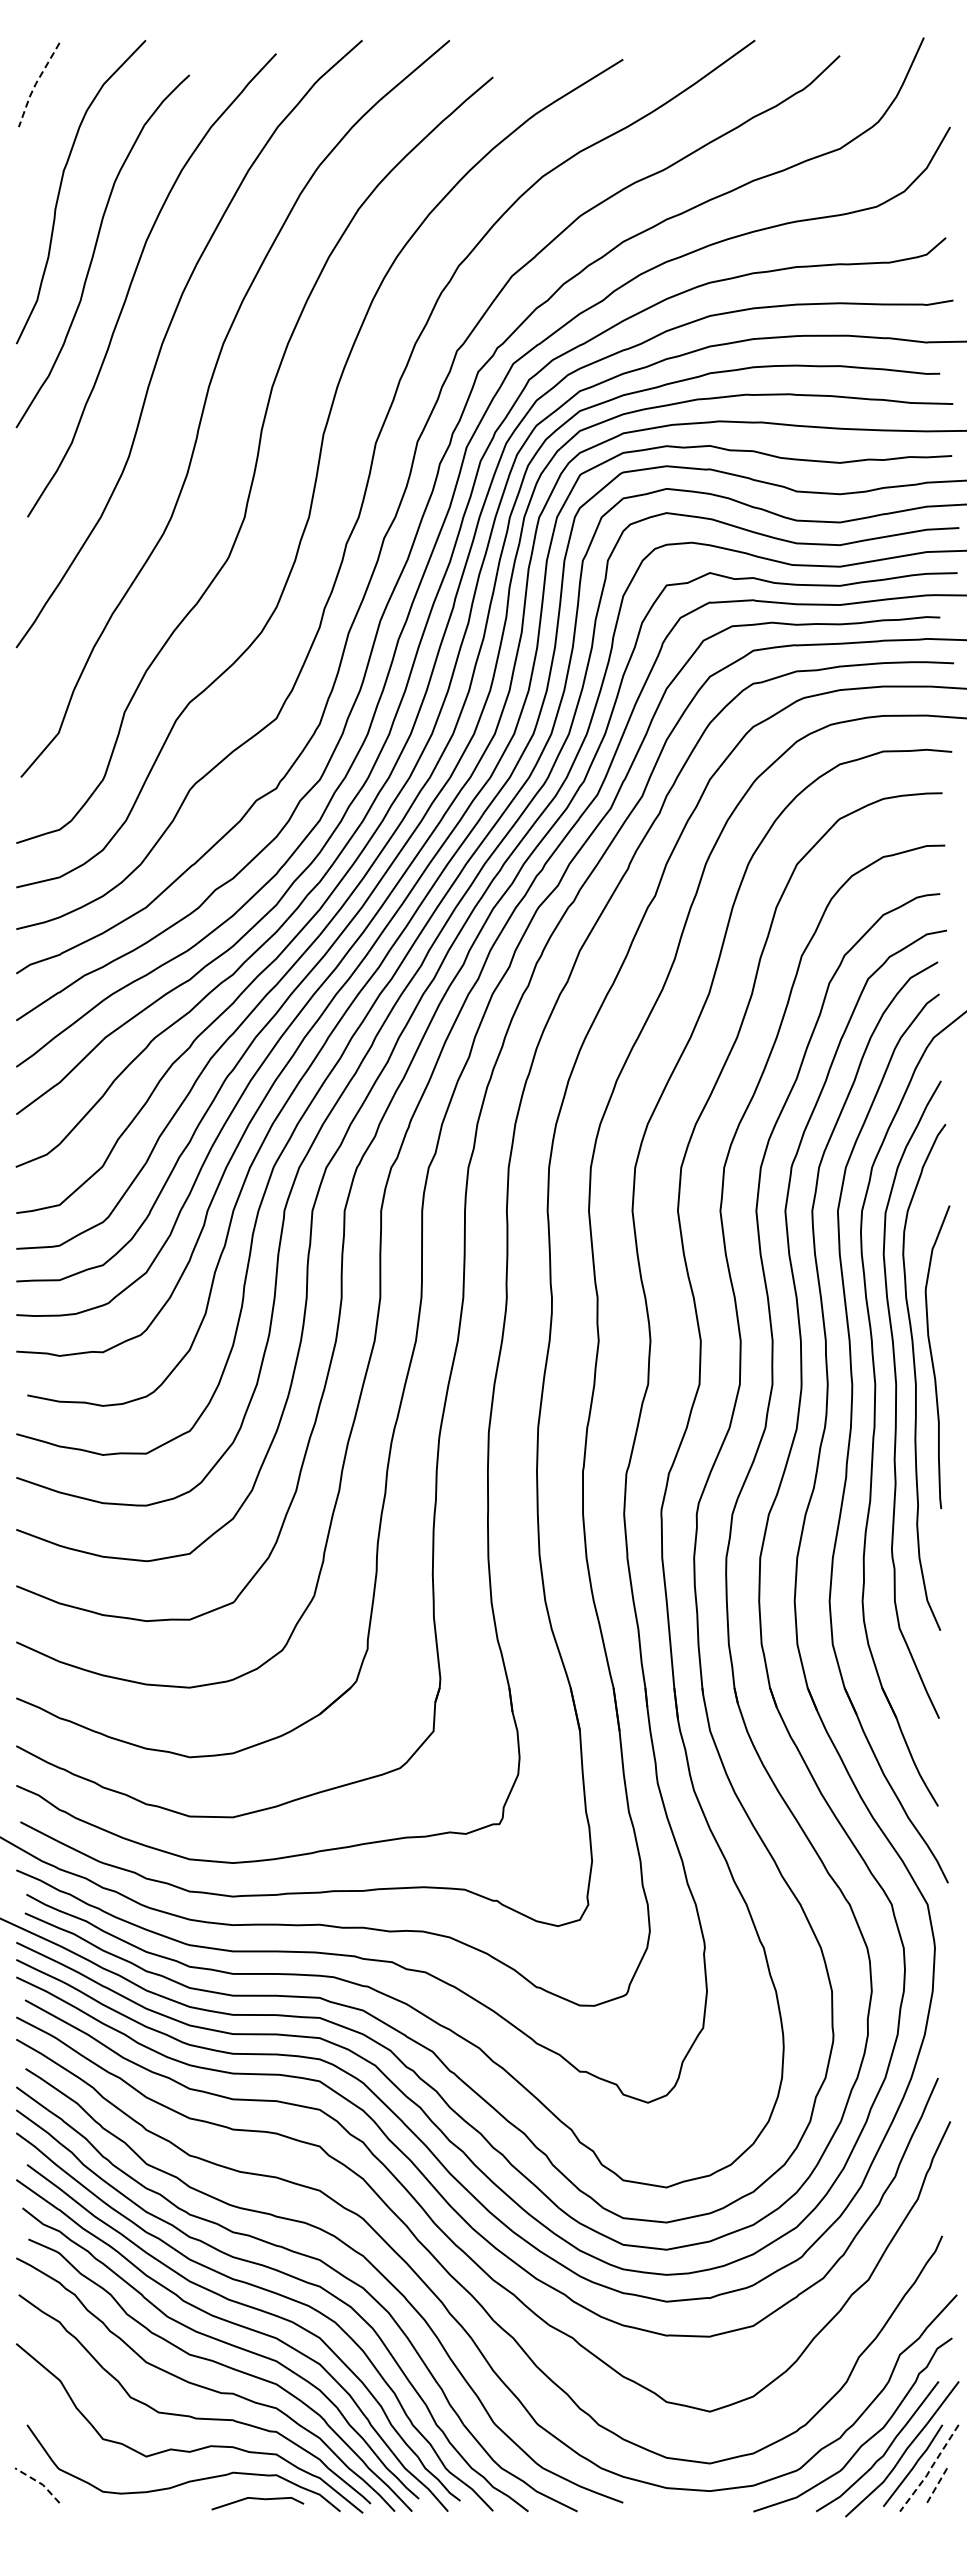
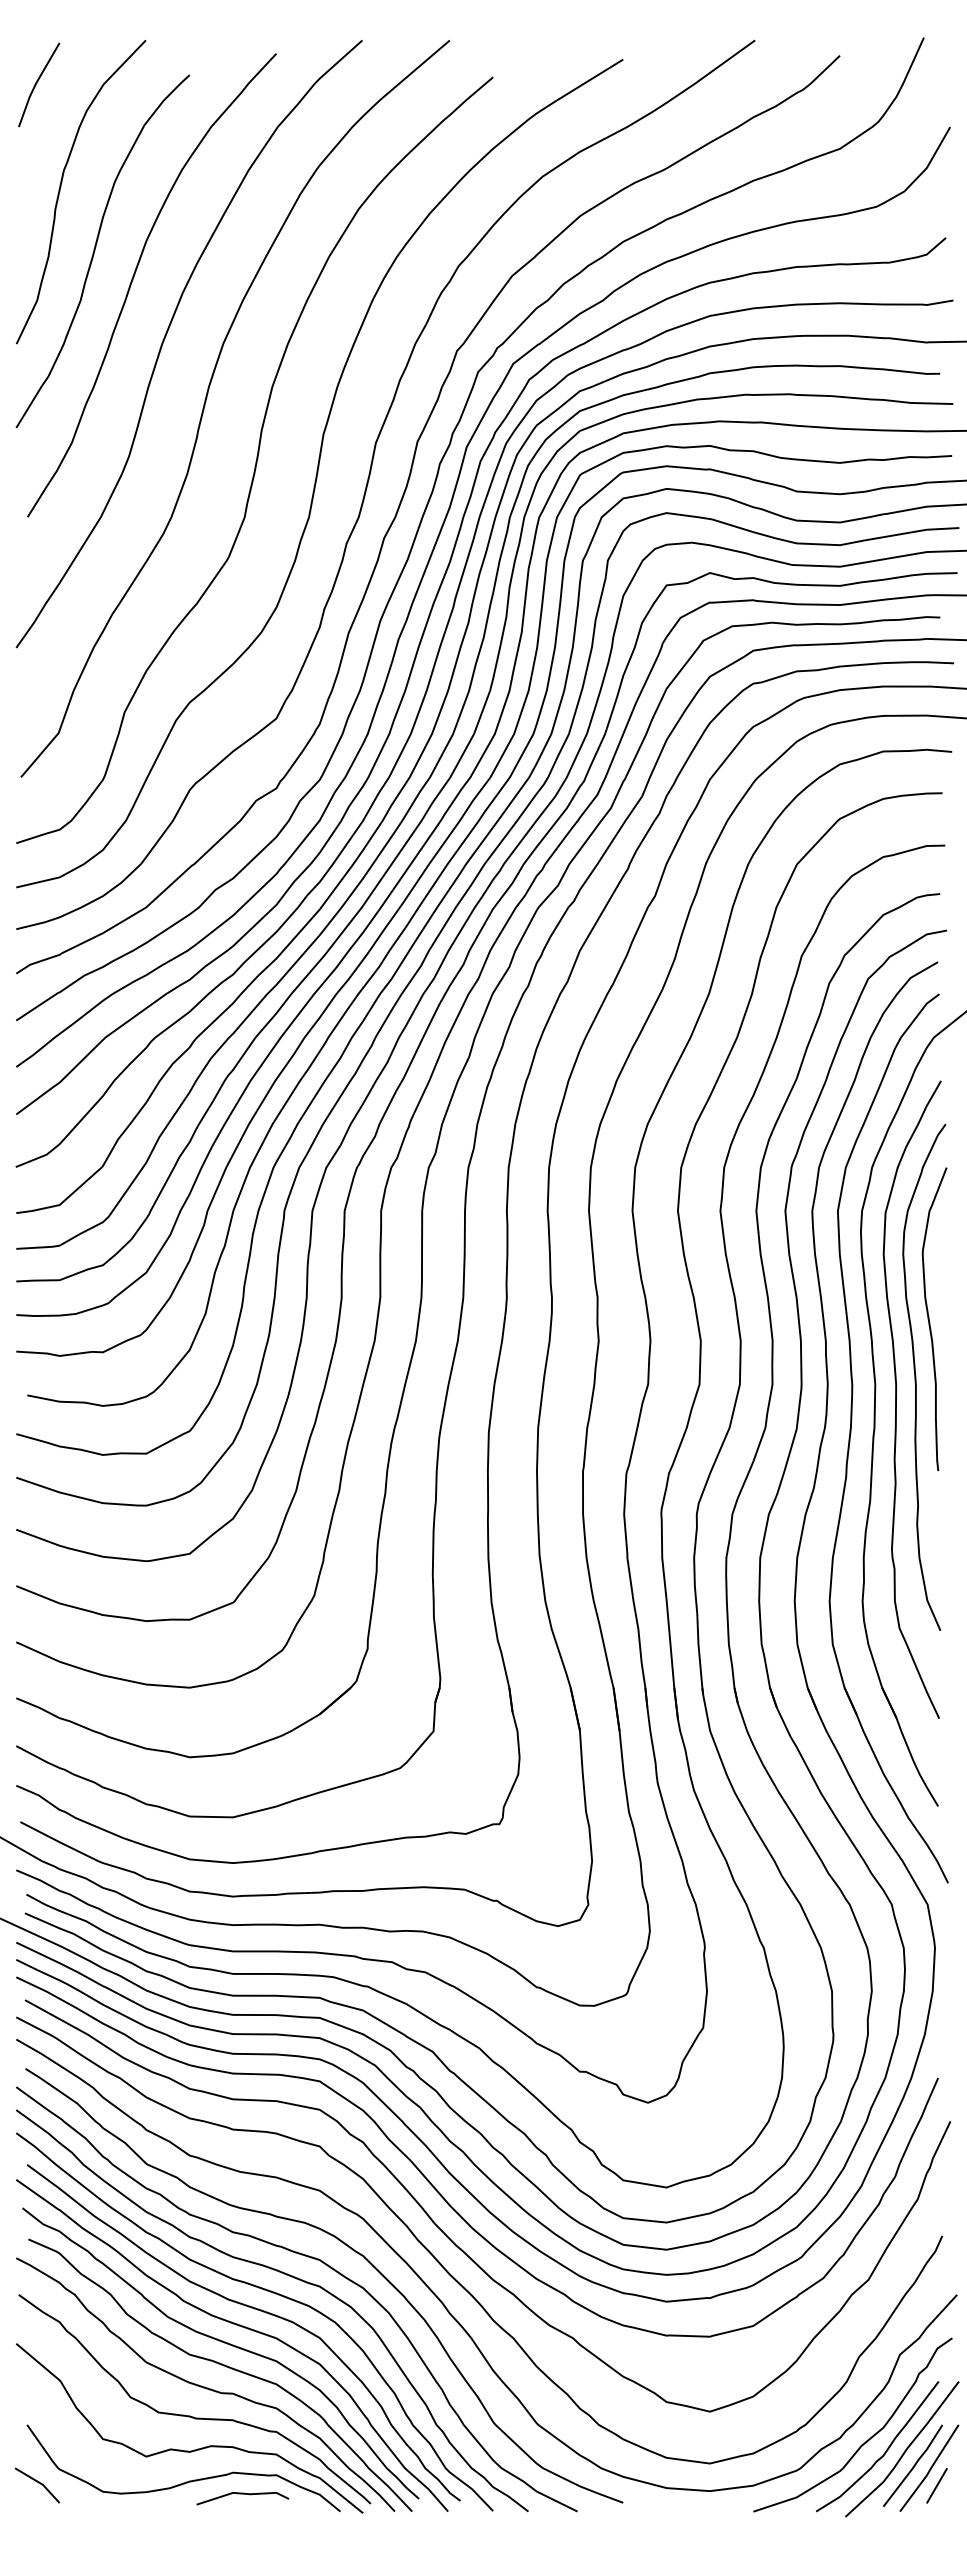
line at (35, 83): dashed -> solid
curve at (932, 1356) position: (932, 1356) -> (929, 1318)
line at (930, 2469): dashed -> solid
line at (39, 2482): dashed -> solid
line at (936, 2486): dashed -> solid
line at (257, 2499) position: (257, 2499) -> (242, 2494)
